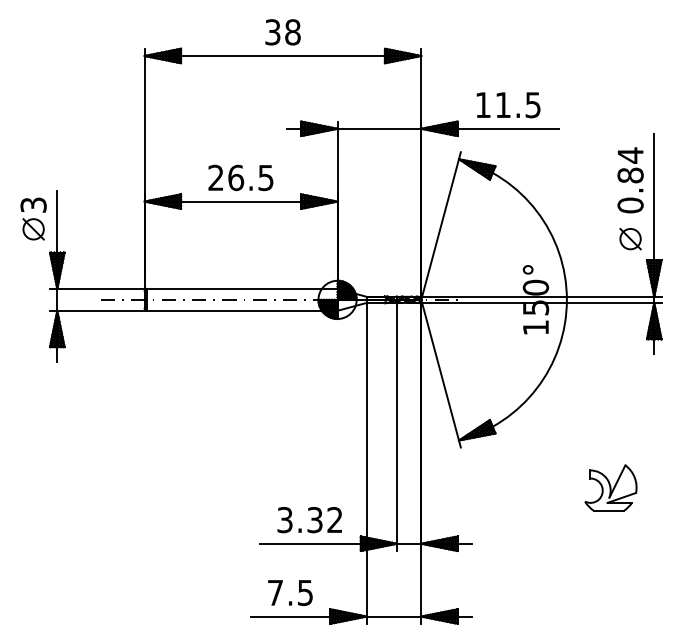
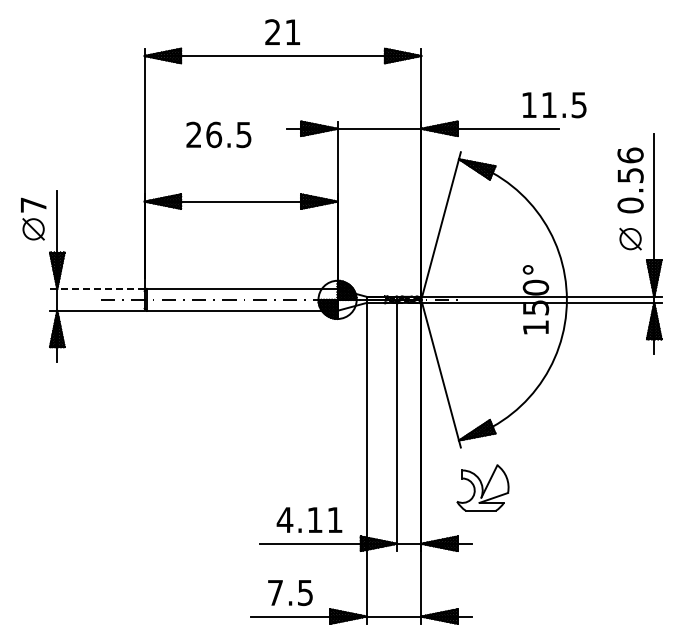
text at (282, 32): 38 -> 21
text at (508, 105) position: (508, 105) -> (554, 105)
text at (630, 165): 0.84 -> 0.56
text at (240, 177) position: (240, 177) -> (218, 134)
text at (33, 204): 3 -> 7
line at (97, 288): solid -> dashed
part at (610, 487) position: (610, 487) -> (482, 487)
text at (309, 520): 3.32 -> 4.11
